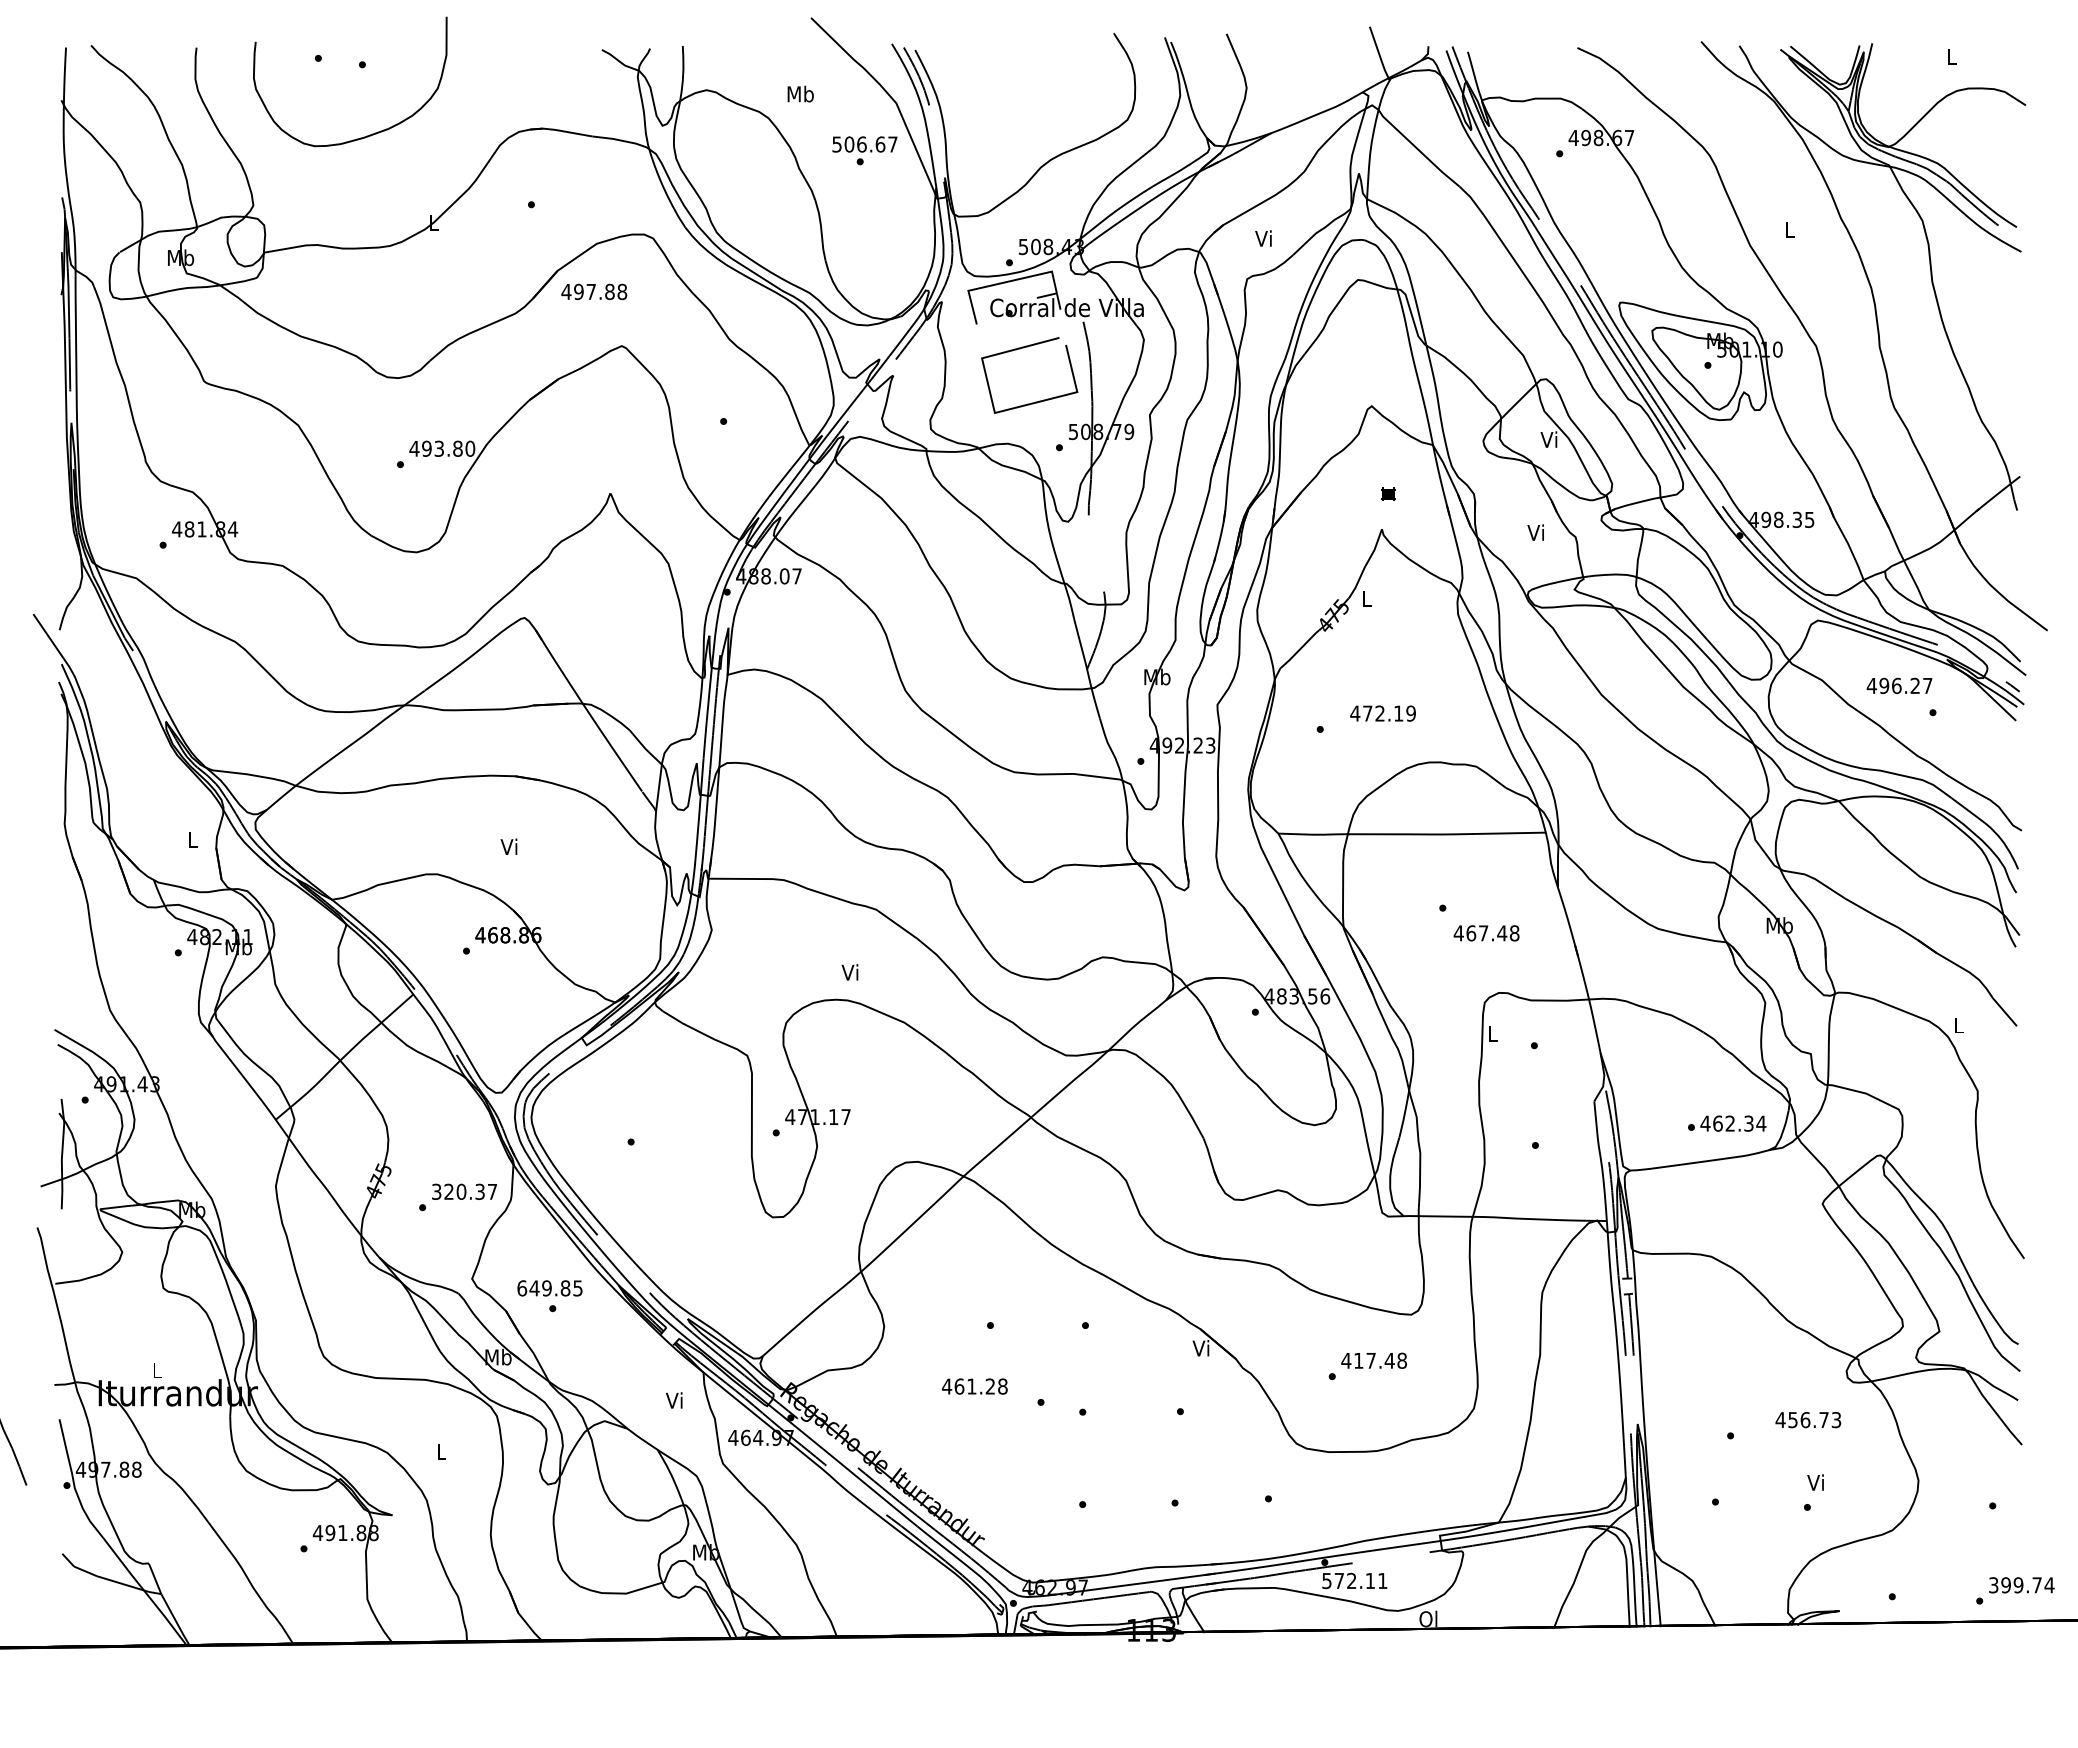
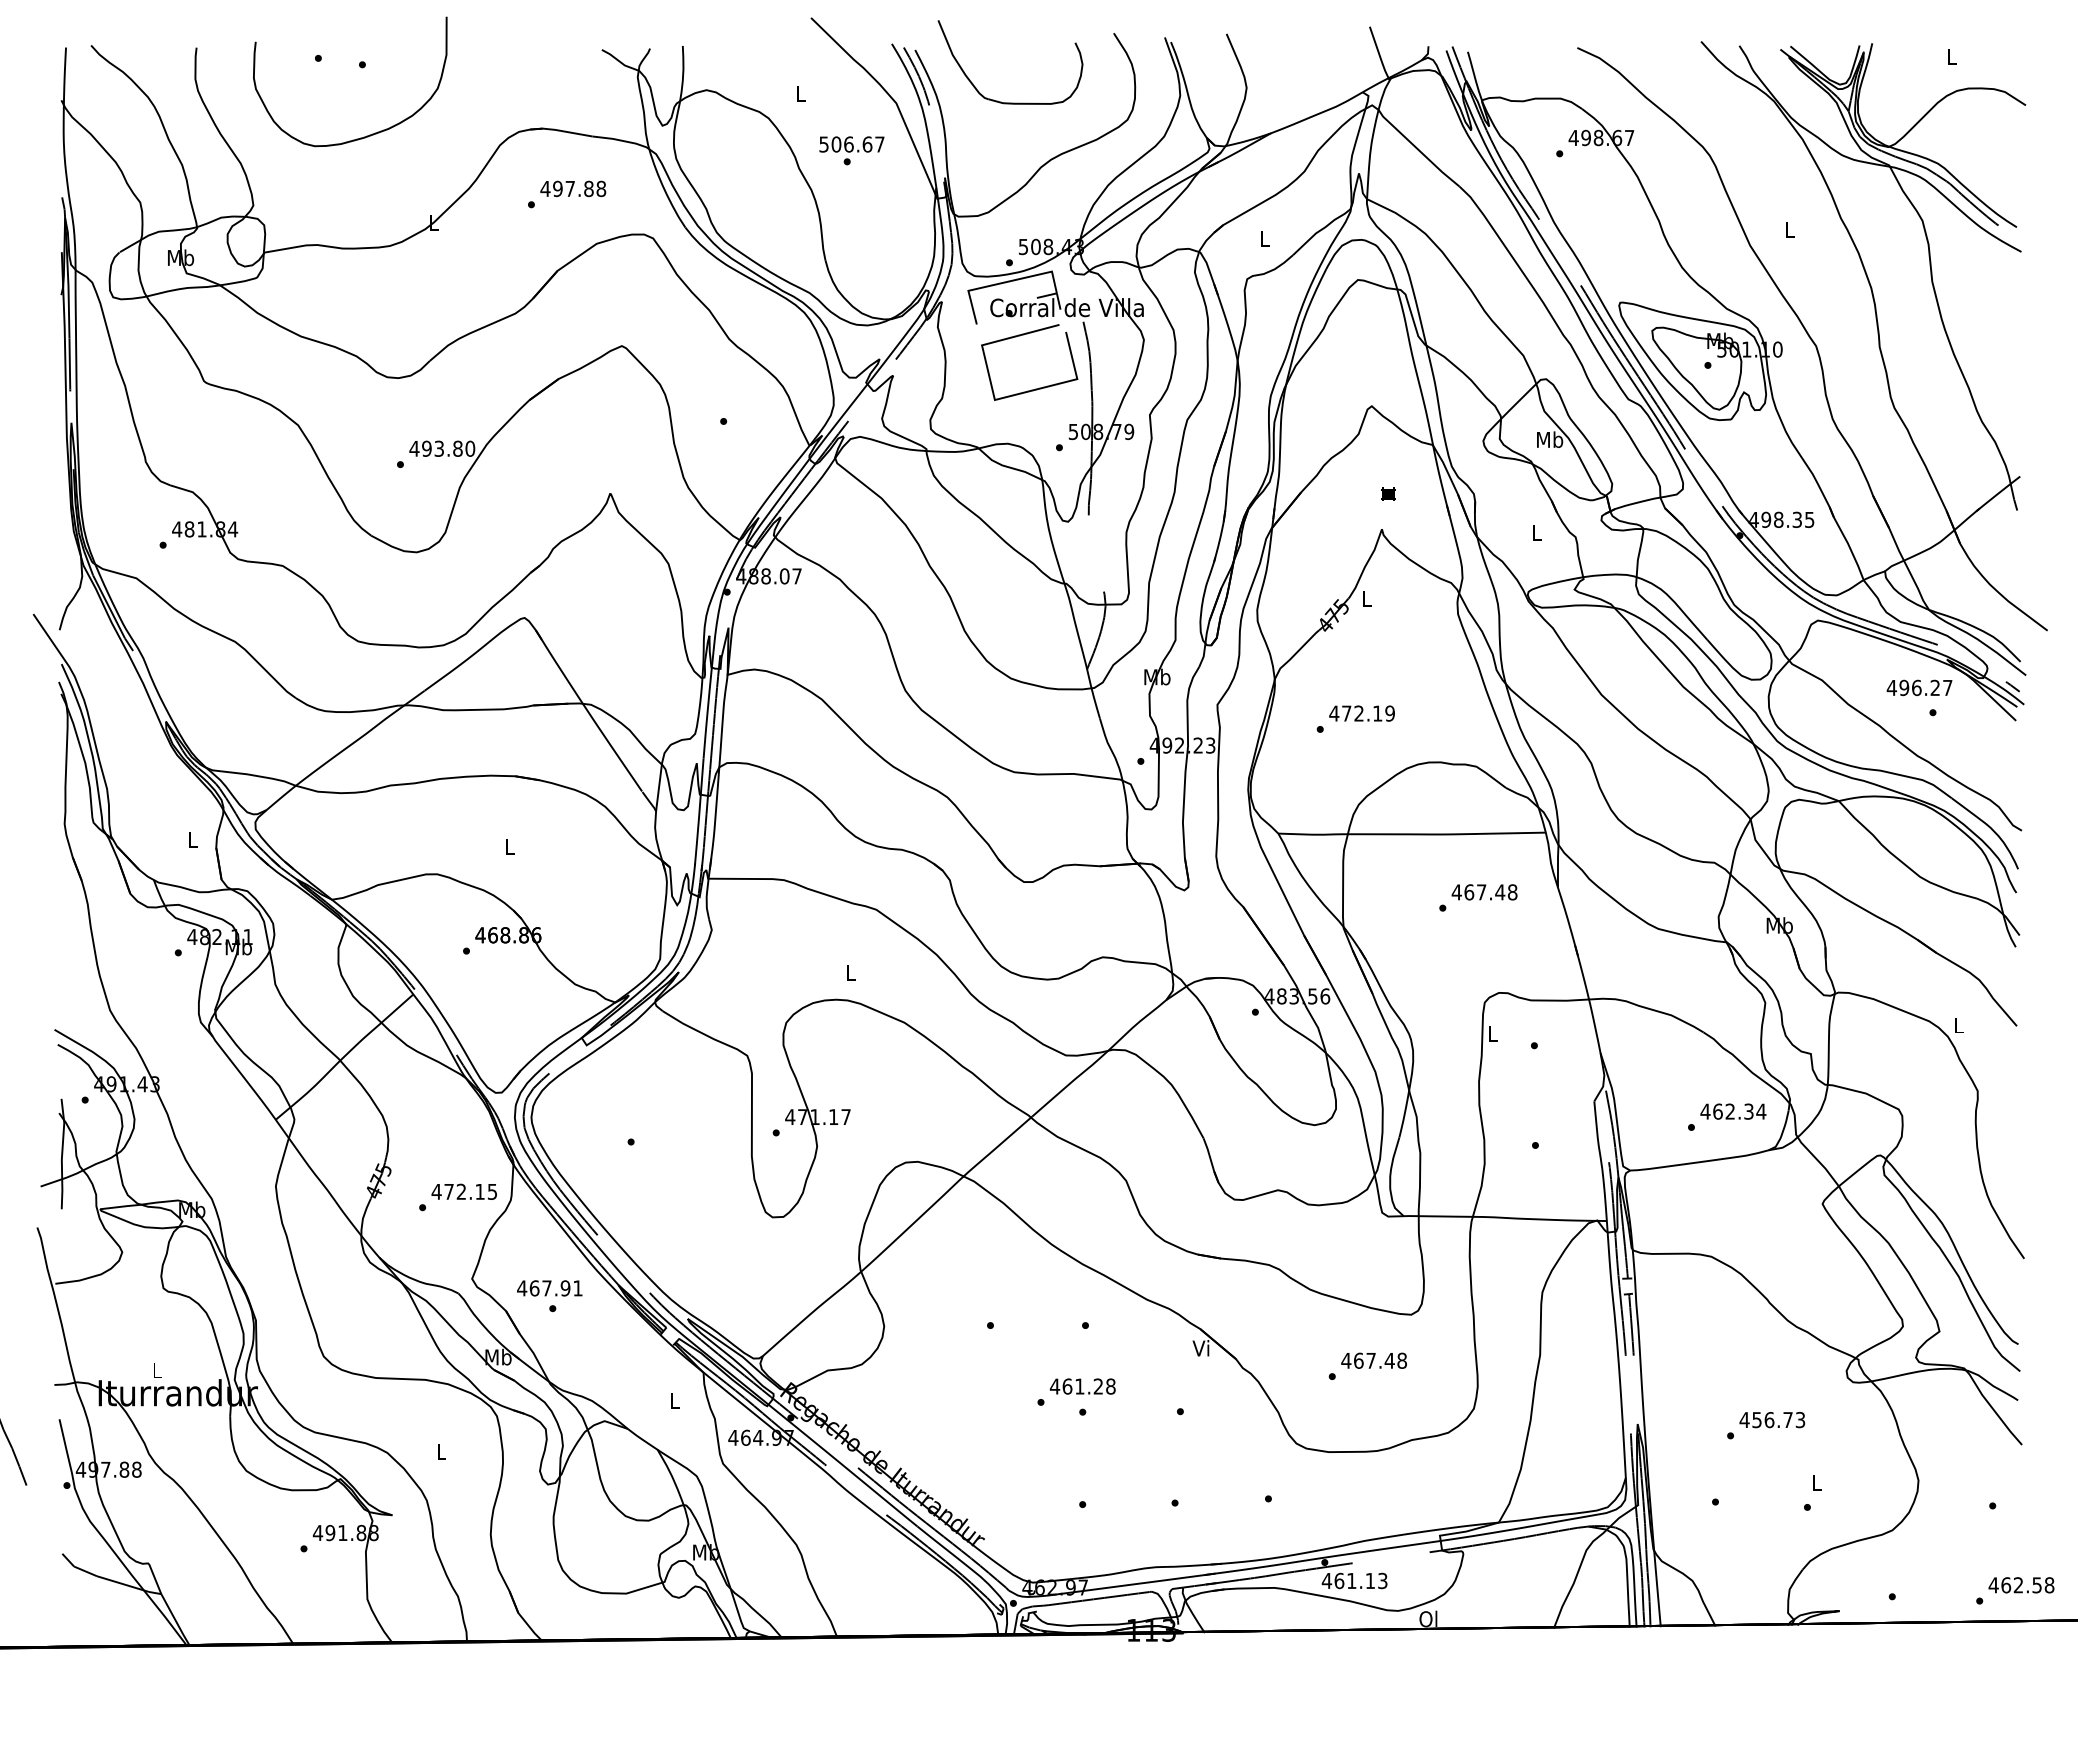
text at (800, 93): Mb -> L
part at (1010, 102): none -> present
text at (864, 150) position: (864, 150) -> (851, 150)
text at (1263, 238): Vi -> L
text at (594, 291) position: (594, 291) -> (573, 188)
line at (1035, 401) position: (1035, 401) -> (1035, 388)
text at (1550, 439): Vi -> Mb
text at (1535, 532): Vi -> L
text at (1899, 685) position: (1899, 685) -> (1919, 687)
text at (1382, 713) position: (1382, 713) -> (1361, 713)
text at (508, 846): Vi -> L
text at (1486, 933) position: (1486, 933) -> (1484, 892)
text at (849, 972): Vi -> L
text at (1733, 1123) position: (1733, 1123) -> (1733, 1111)
text at (464, 1191): 320.37 -> 472.15
text at (549, 1288): 649.85 -> 467.91
text at (1358, 1360): 417.48 -> 467.48
text at (974, 1386) position: (974, 1386) -> (1082, 1386)
text at (674, 1400): Vi -> L
text at (1808, 1420) position: (1808, 1420) -> (1772, 1420)
text at (1815, 1482): Vi -> L
text at (1354, 1580): 572.11 -> 461.13
text at (2021, 1585): 399.74 -> 462.58
